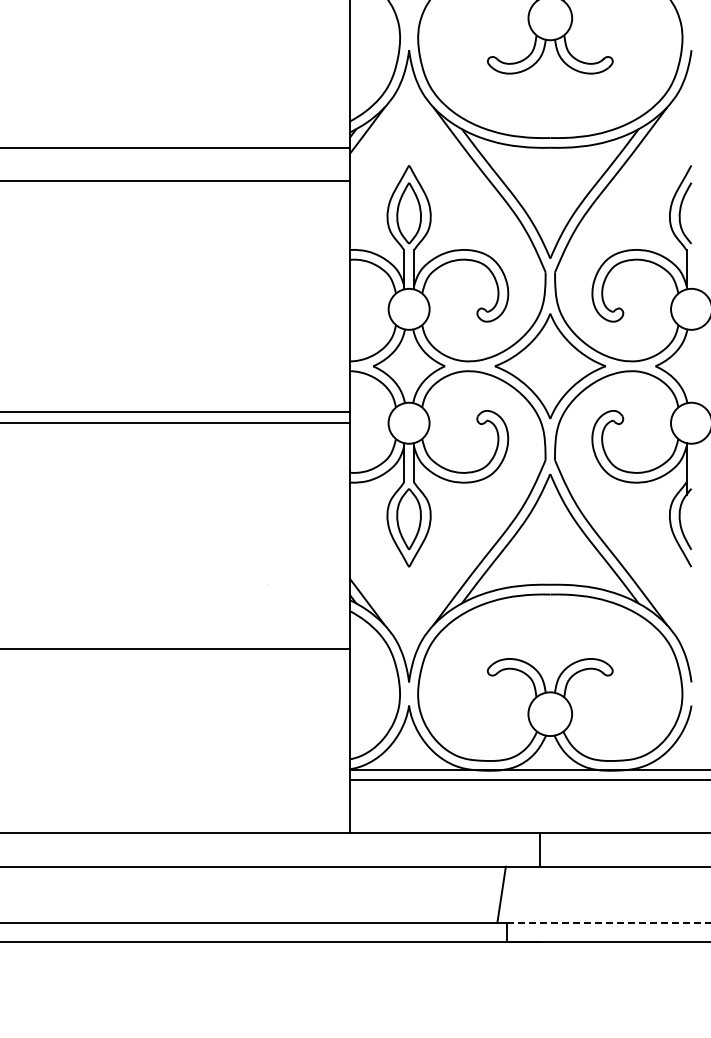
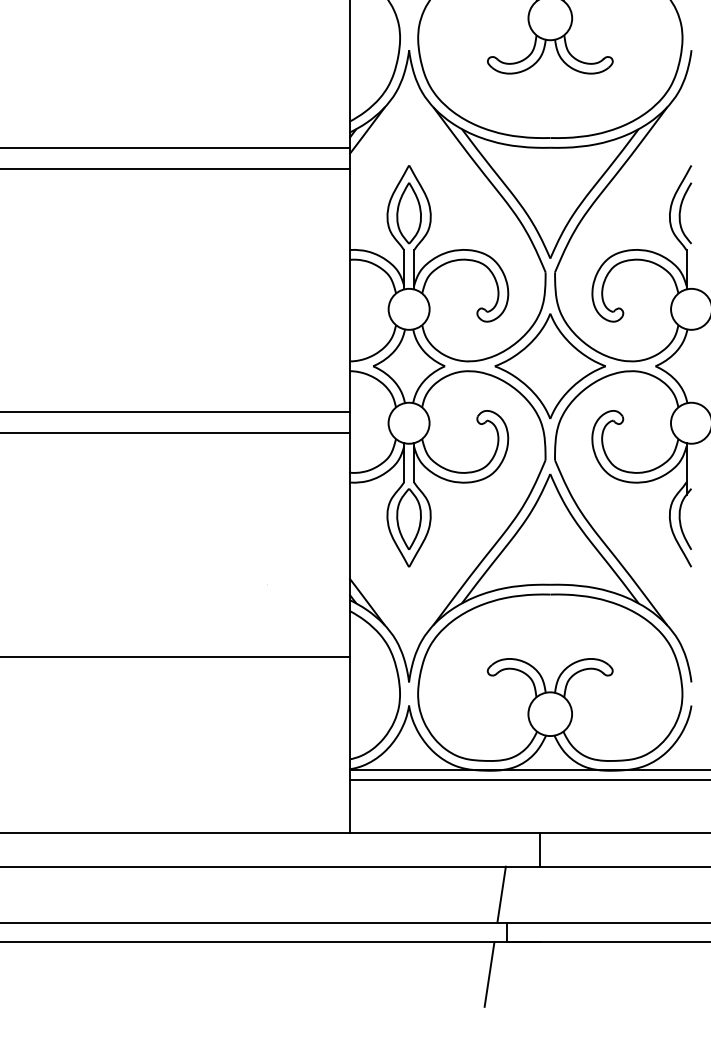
line at (175, 180) position: (175, 180) -> (175, 168)
line at (175, 422) position: (175, 422) -> (175, 432)
line at (175, 648) position: (175, 648) -> (175, 656)
line at (609, 922): dashed -> solid
line at (489, 974): none -> present
